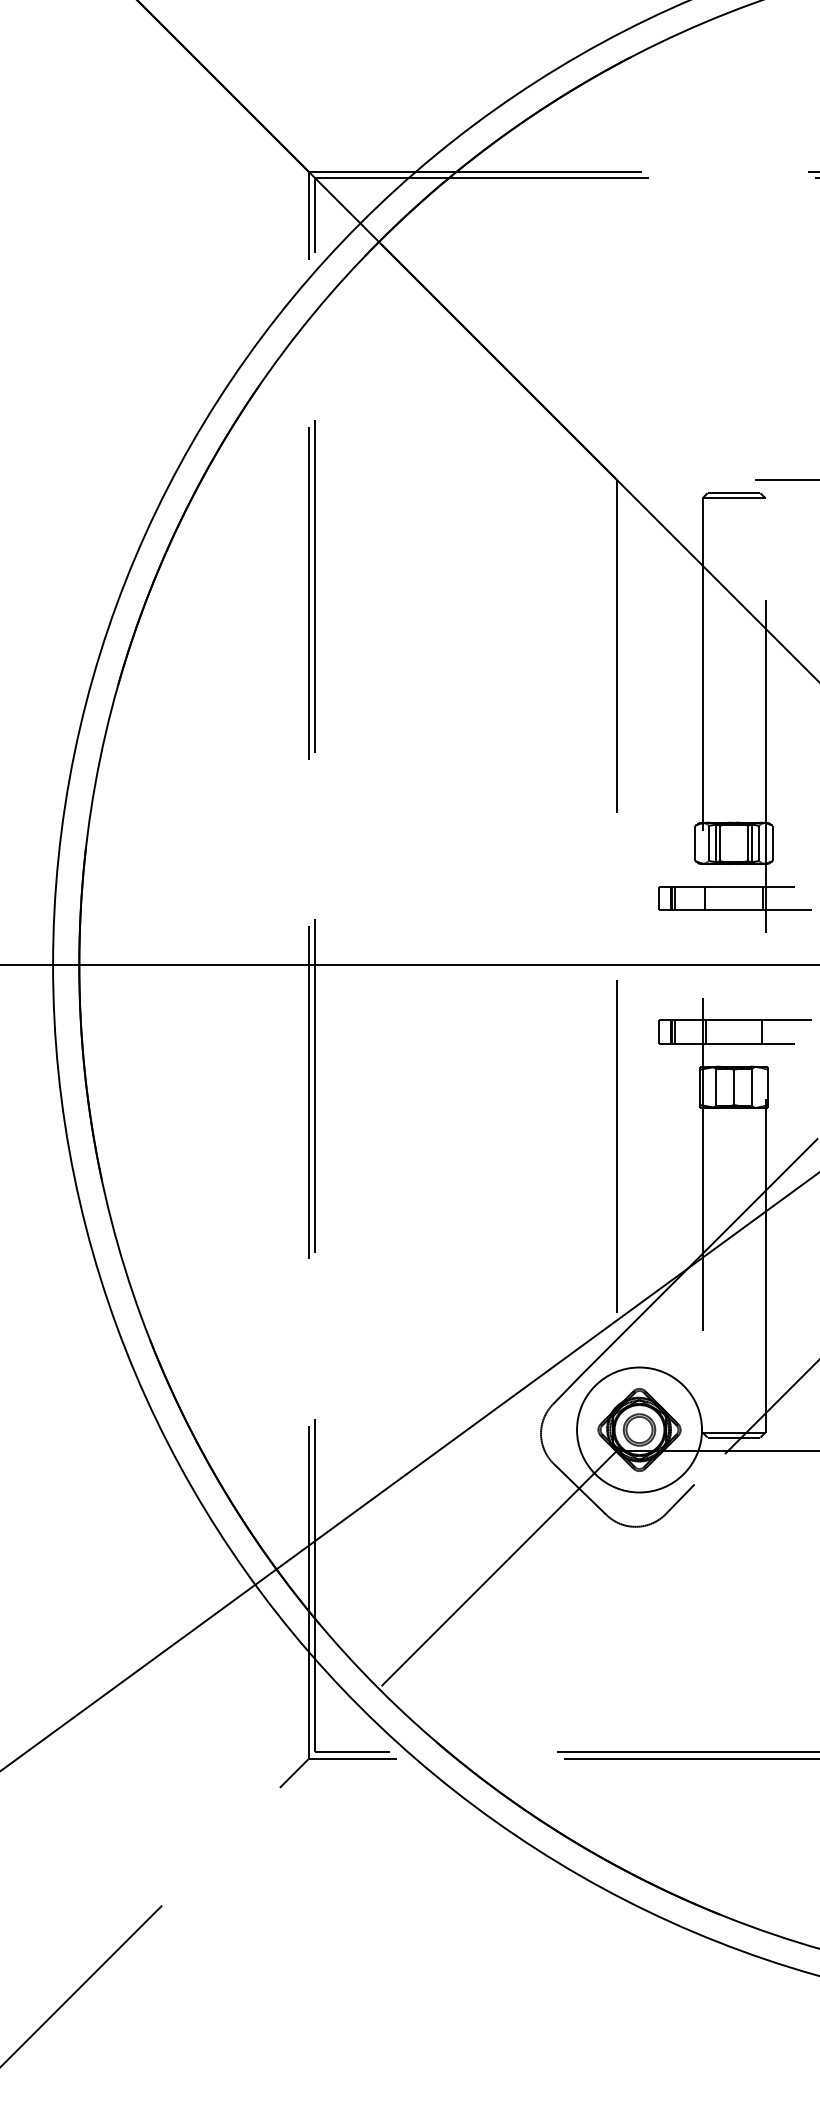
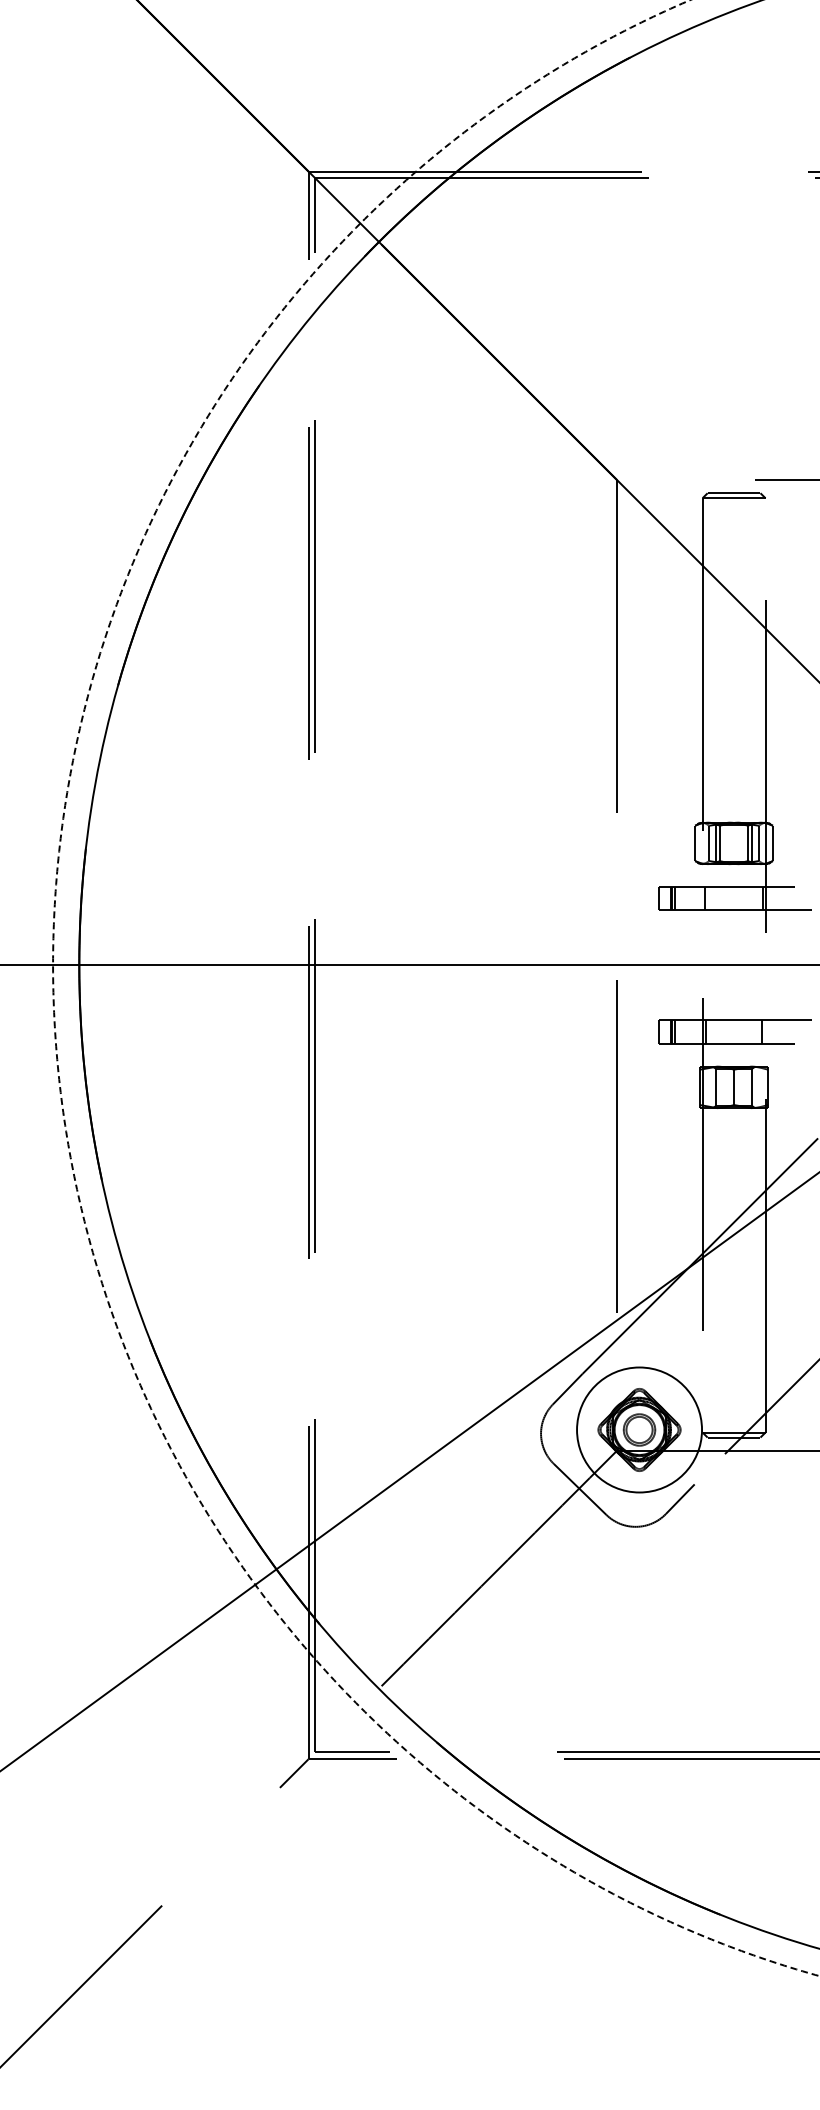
circle at (436, 988): solid -> dashed
